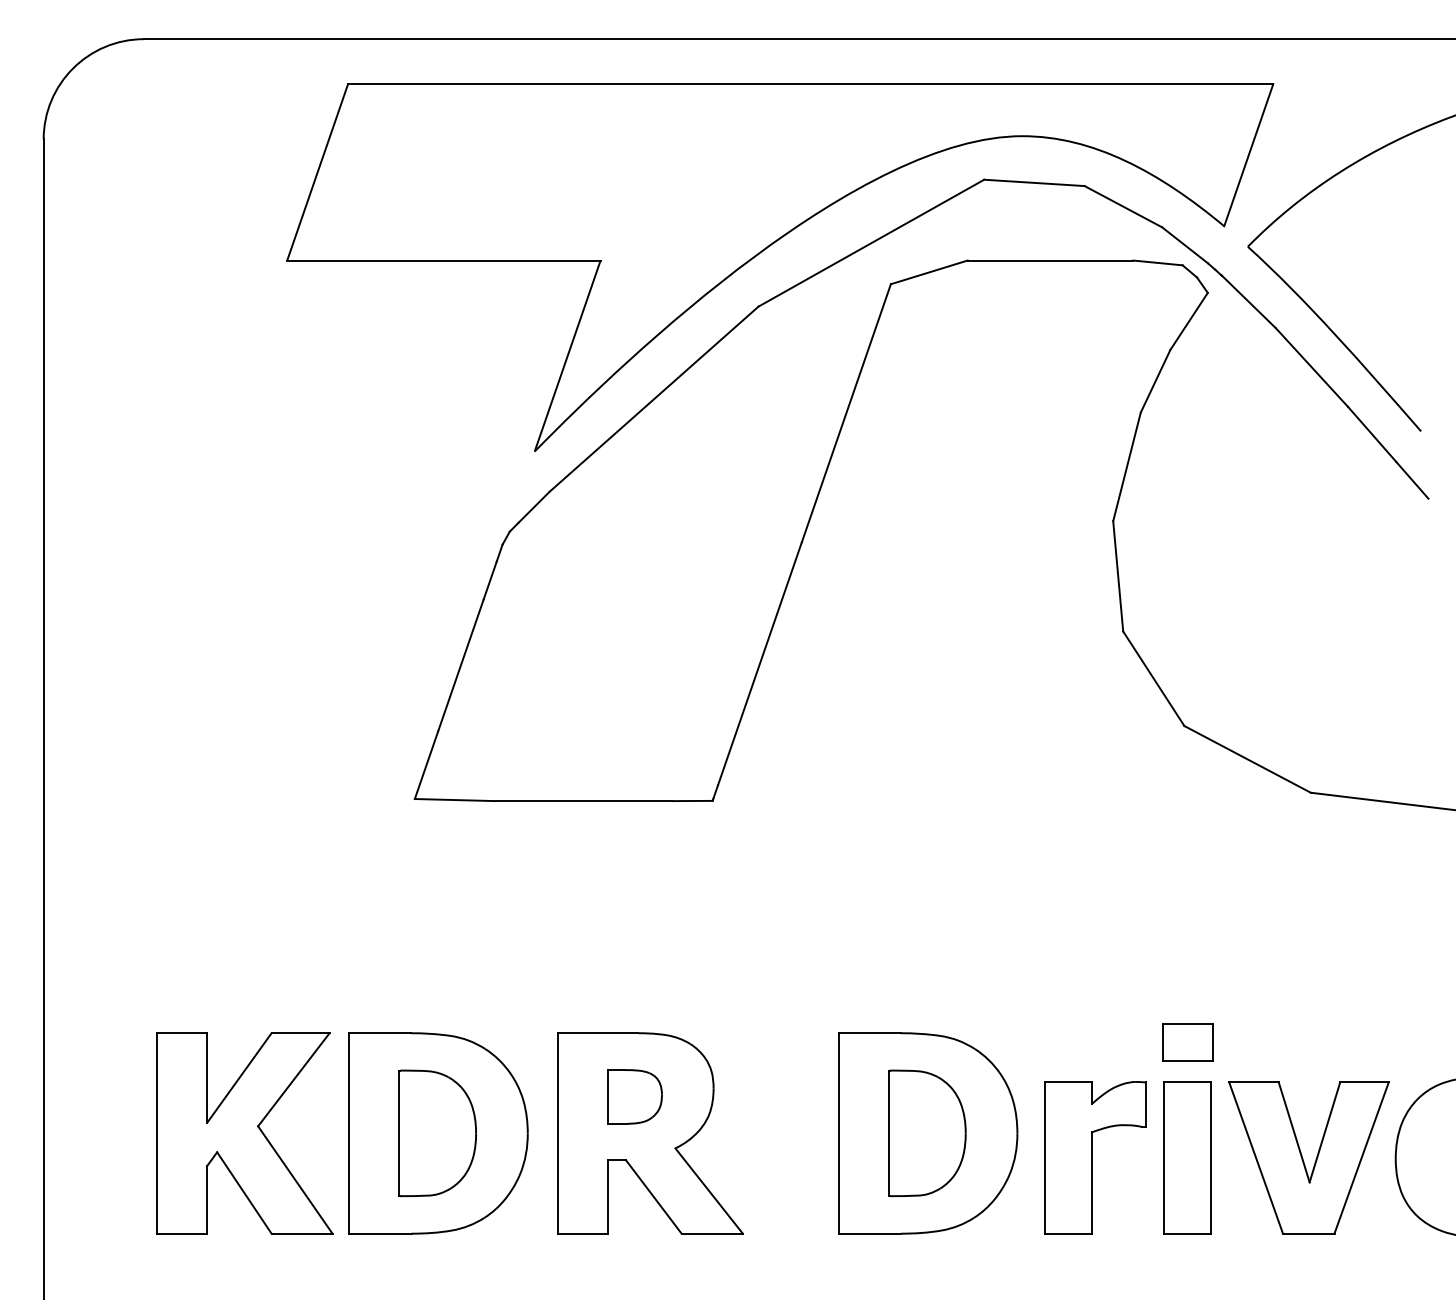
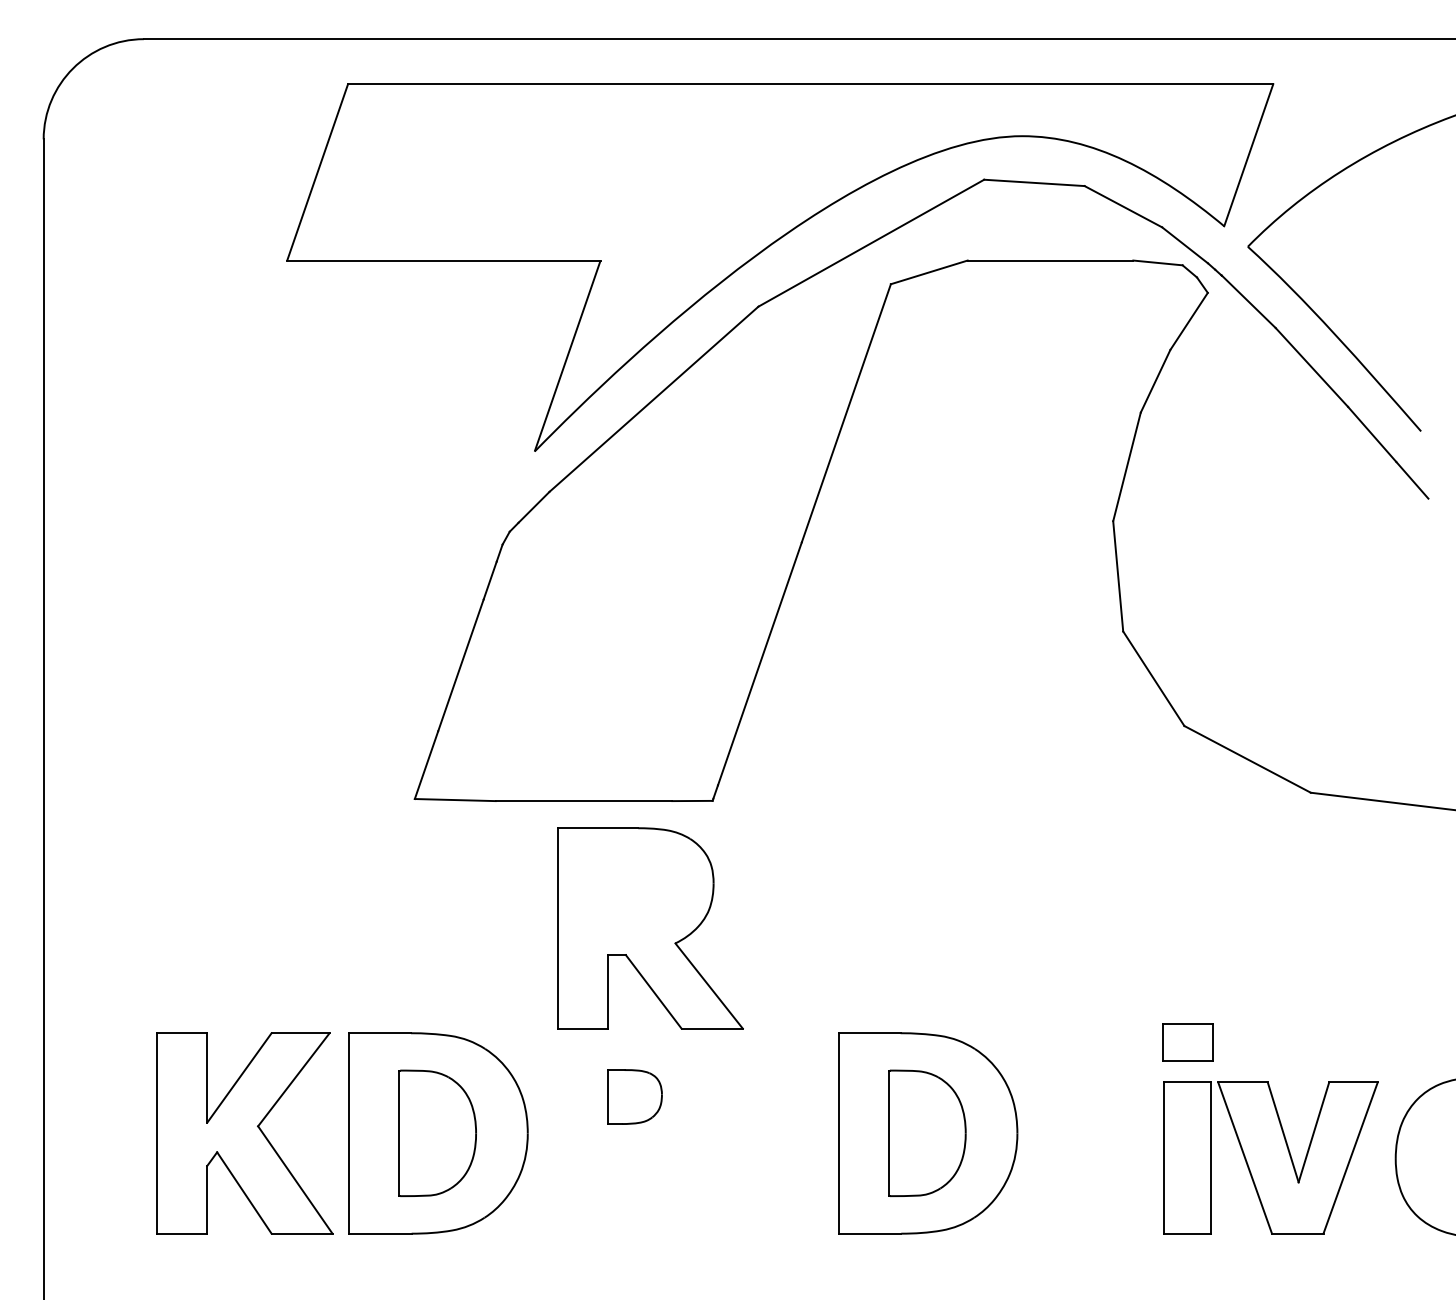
part at (650, 1133) position: (650, 1133) -> (650, 928)
part at (1095, 1157): present -> none
part at (1308, 1157) position: (1308, 1157) -> (1297, 1157)
